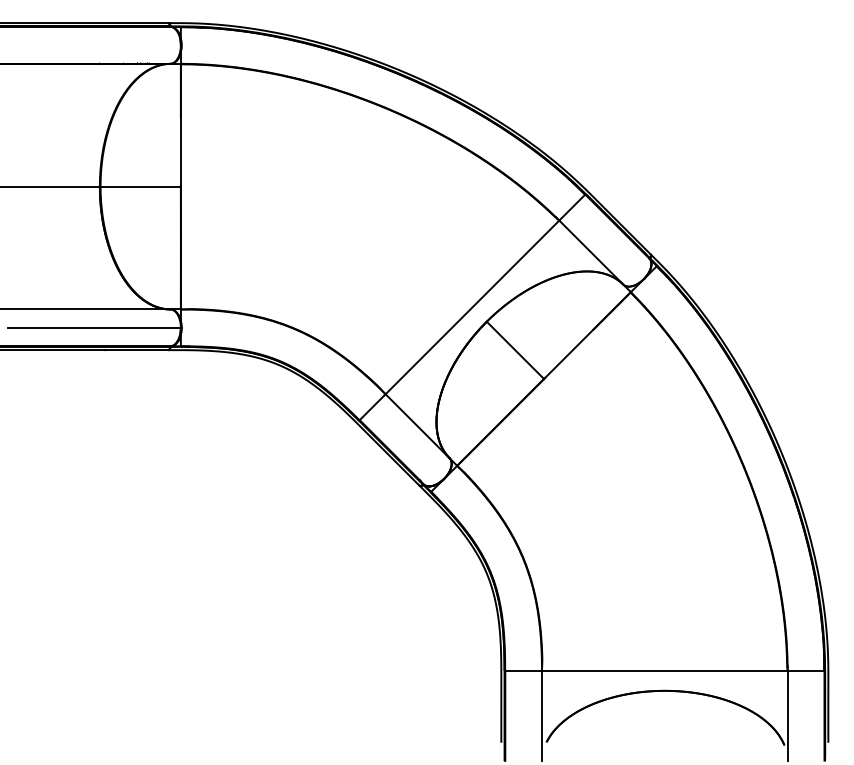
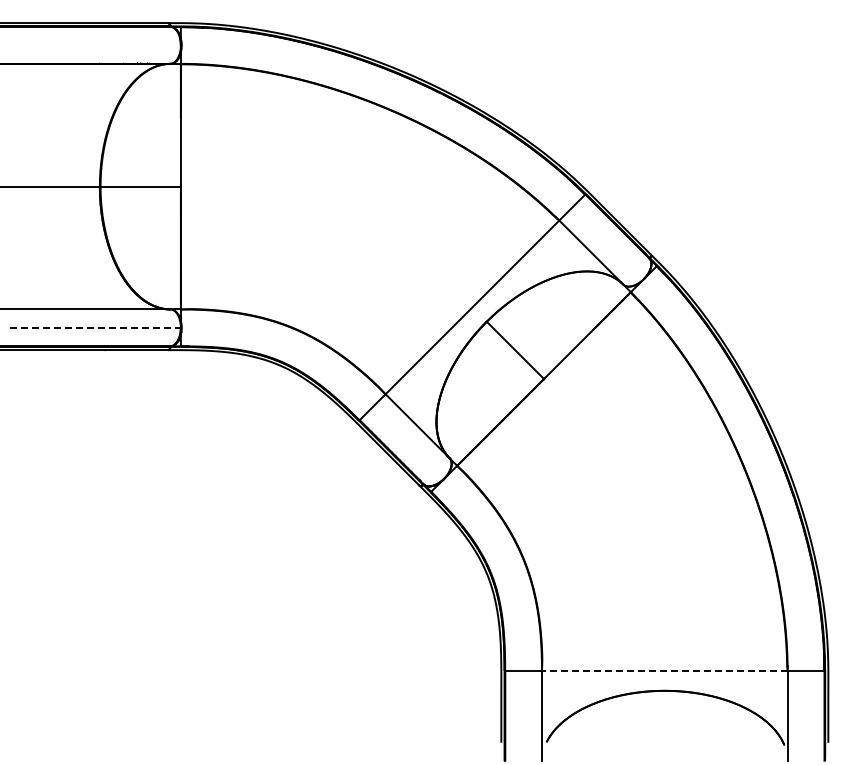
line at (94, 327): solid -> dashed
line at (664, 670): solid -> dashed
